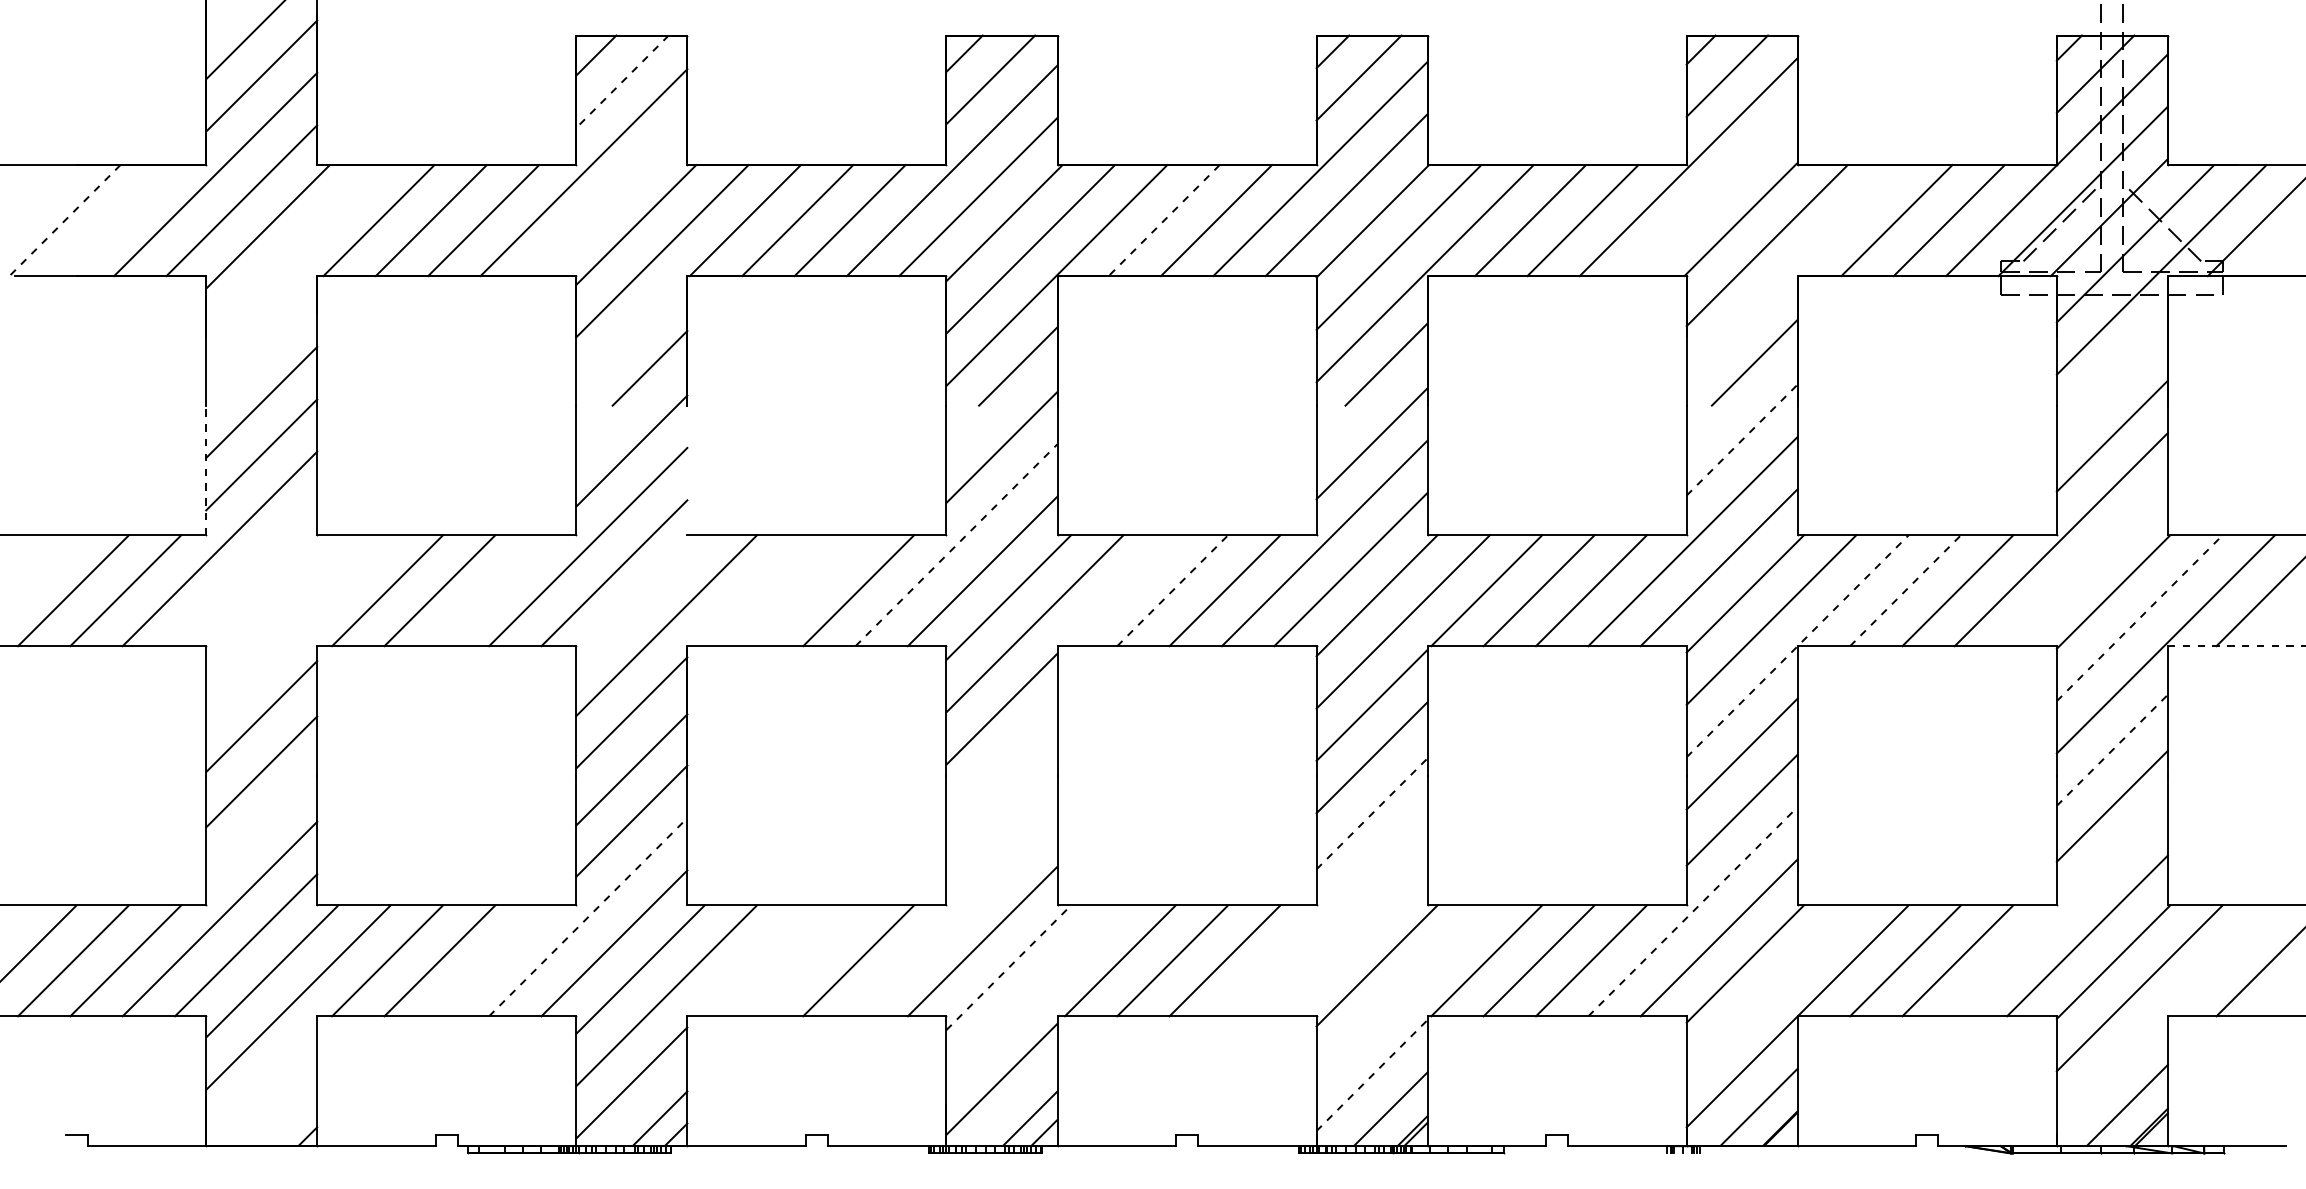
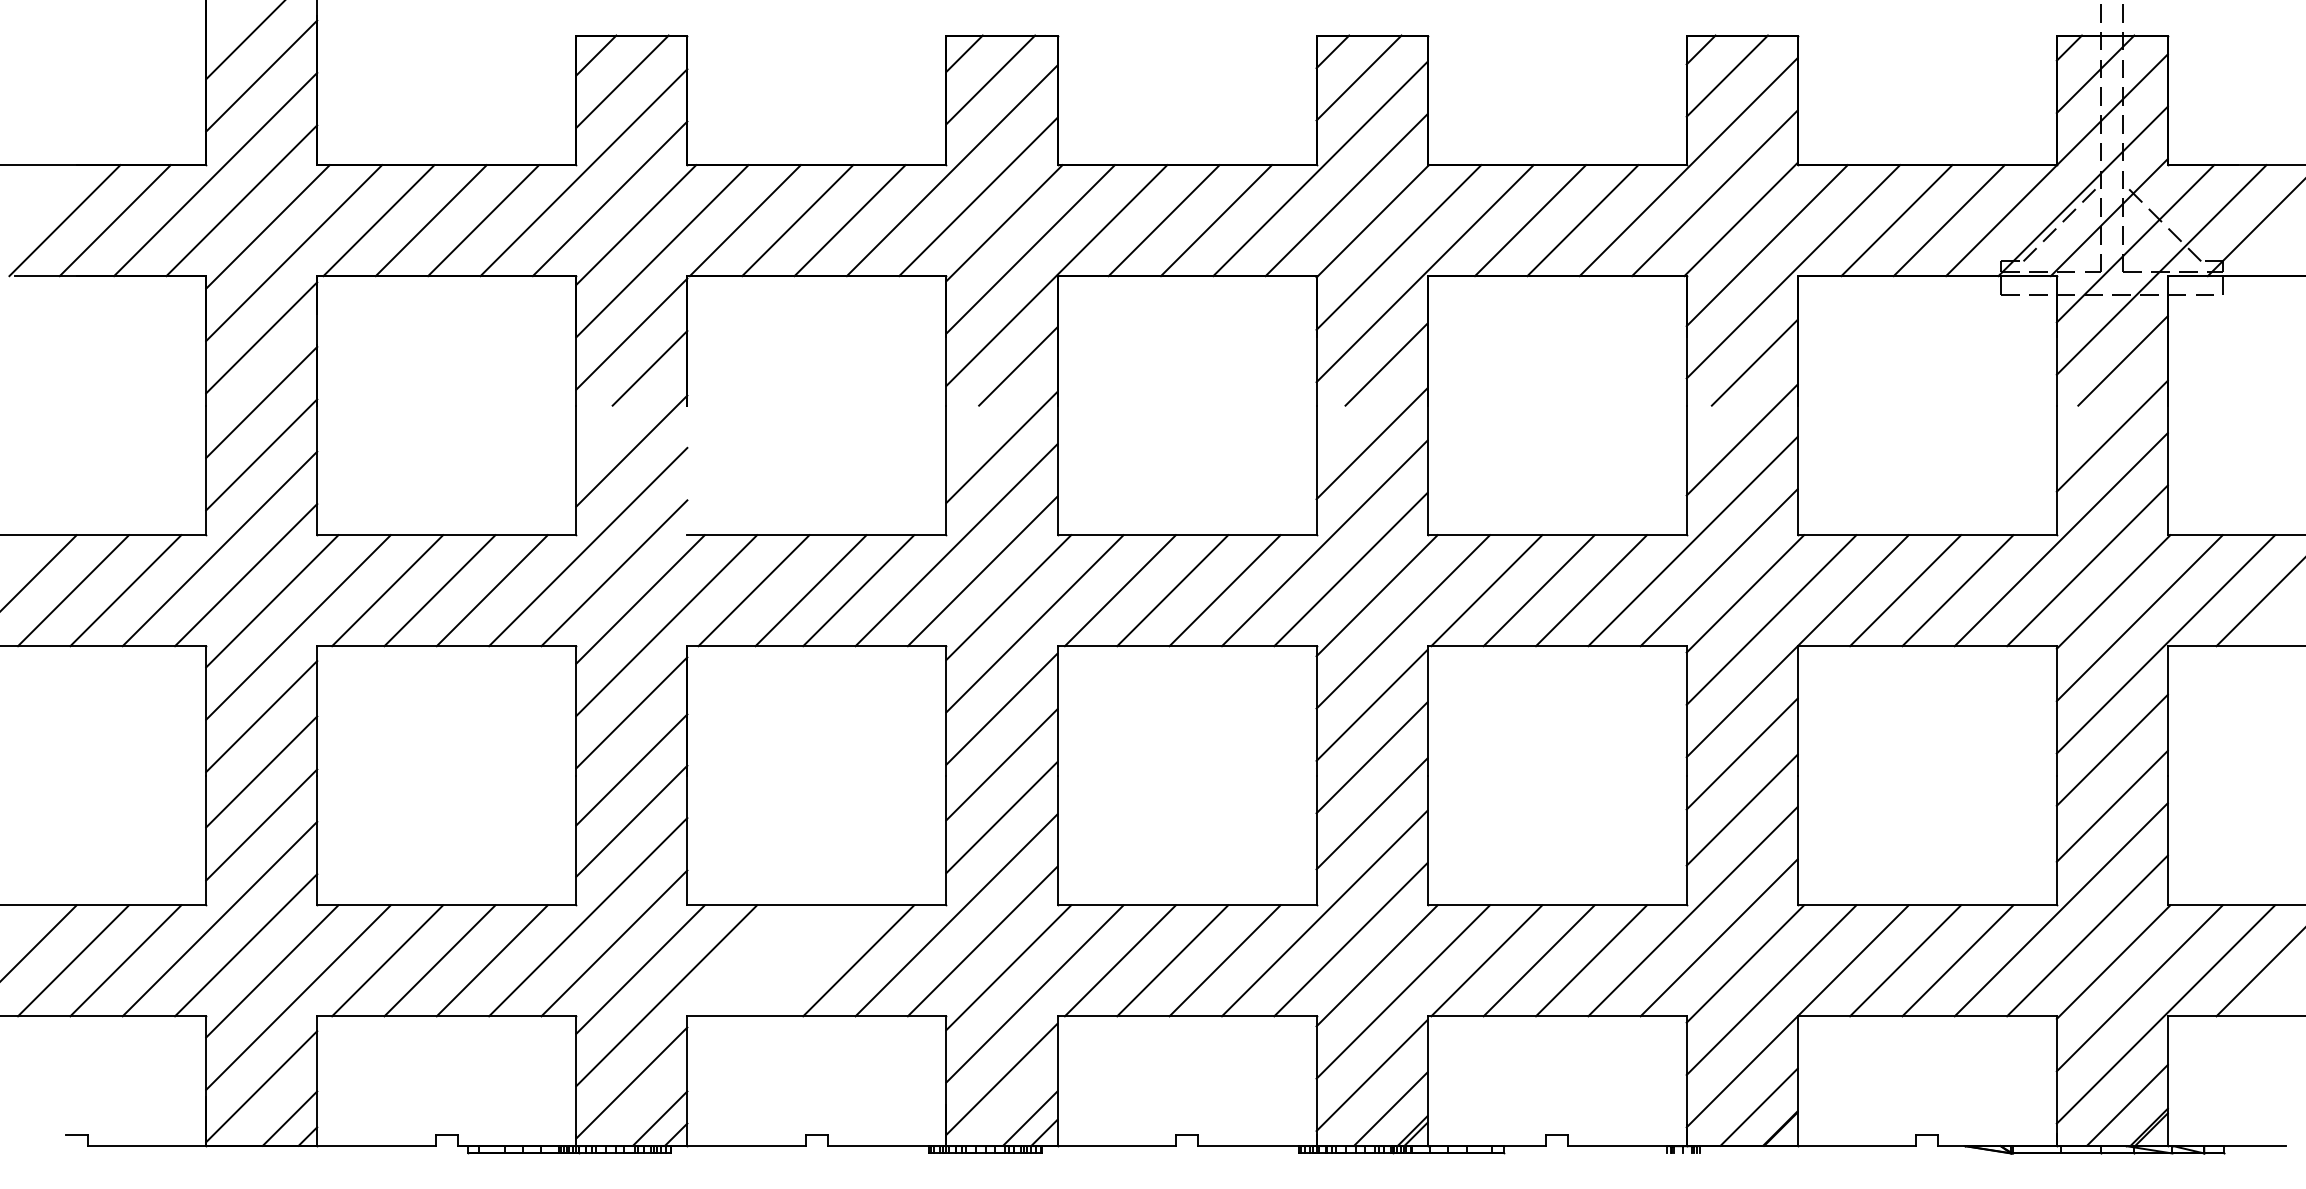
line at (622, 82): dashed -> solid
line at (1714, 193): none -> present
line at (609, 198): none -> present
line at (64, 220): dashed -> solid
line at (114, 220): none -> present
line at (1164, 220): dashed -> solid
line at (294, 253): none -> present
line at (1793, 271): none -> present
line at (631, 333): none -> present
line at (261, 337): none -> present
line at (2122, 360): none -> present
line at (1742, 440): dashed -> solid
line at (206, 470): dashed -> solid
line at (956, 545): dashed -> solid
line at (2087, 565): none -> present
line at (39, 572): none -> present
line at (246, 575): none -> present
line at (491, 590): none -> present
line at (753, 590): none -> present
line at (810, 590): none -> present
line at (1119, 590): none -> present
line at (1172, 590): dashed -> solid
line at (1905, 590): dashed -> solid
line at (640, 599): none -> present
line at (272, 601): none -> present
line at (2140, 617): dashed -> solid
line at (298, 627): none -> present
line at (1798, 645): dashed -> solid
line at (2236, 646): dashed -> solid
line at (2112, 750): dashed -> solid
line at (1001, 764): none -> present
line at (1372, 813): dashed -> solid
line at (1001, 817): none -> present
line at (261, 824): none -> present
line at (2060, 909): none -> present
line at (1693, 911): dashed -> solid
line at (1324, 913): none -> present
line at (956, 915): none -> present
line at (588, 916): dashed -> solid
line at (1350, 939): none -> present
line at (491, 960): none -> present
line at (1009, 967): dashed -> solid
line at (1771, 990): none -> present
line at (1403, 991): none -> present
line at (1034, 993): none -> present
line at (2165, 1014): none -> present
line at (1372, 1075): dashed -> solid
line at (261, 1086): none -> present
line at (289, 1118): none -> present
